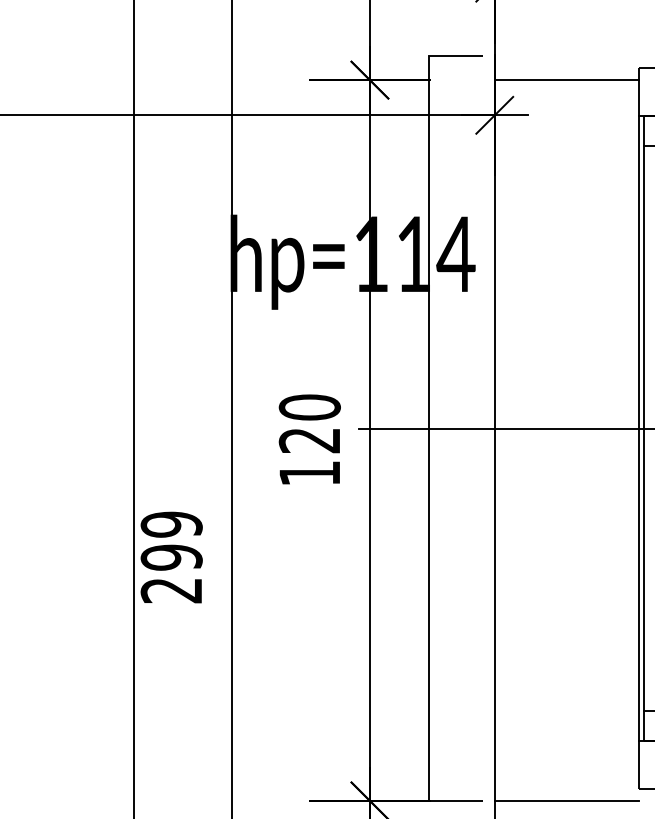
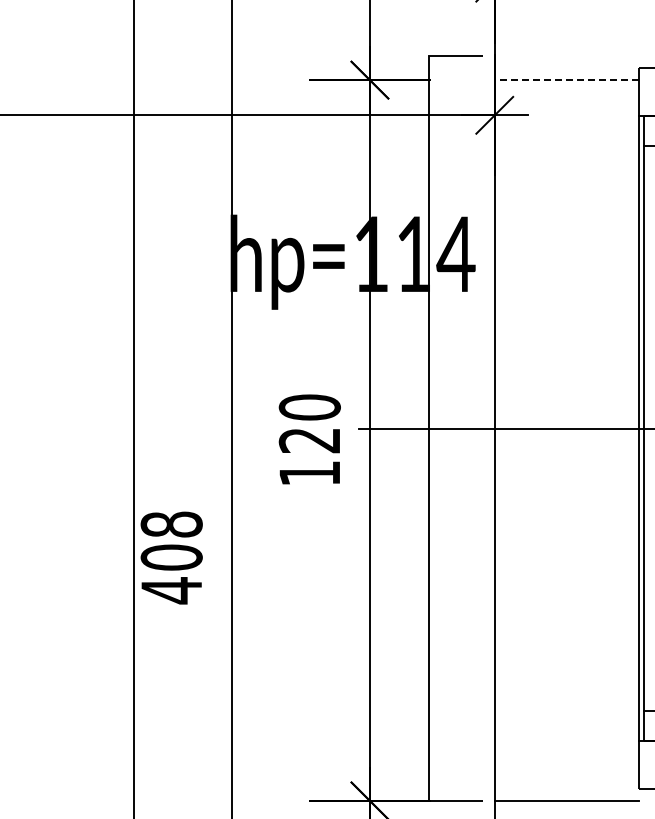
line at (566, 80): solid -> dashed
text at (171, 557): 299 -> 408
